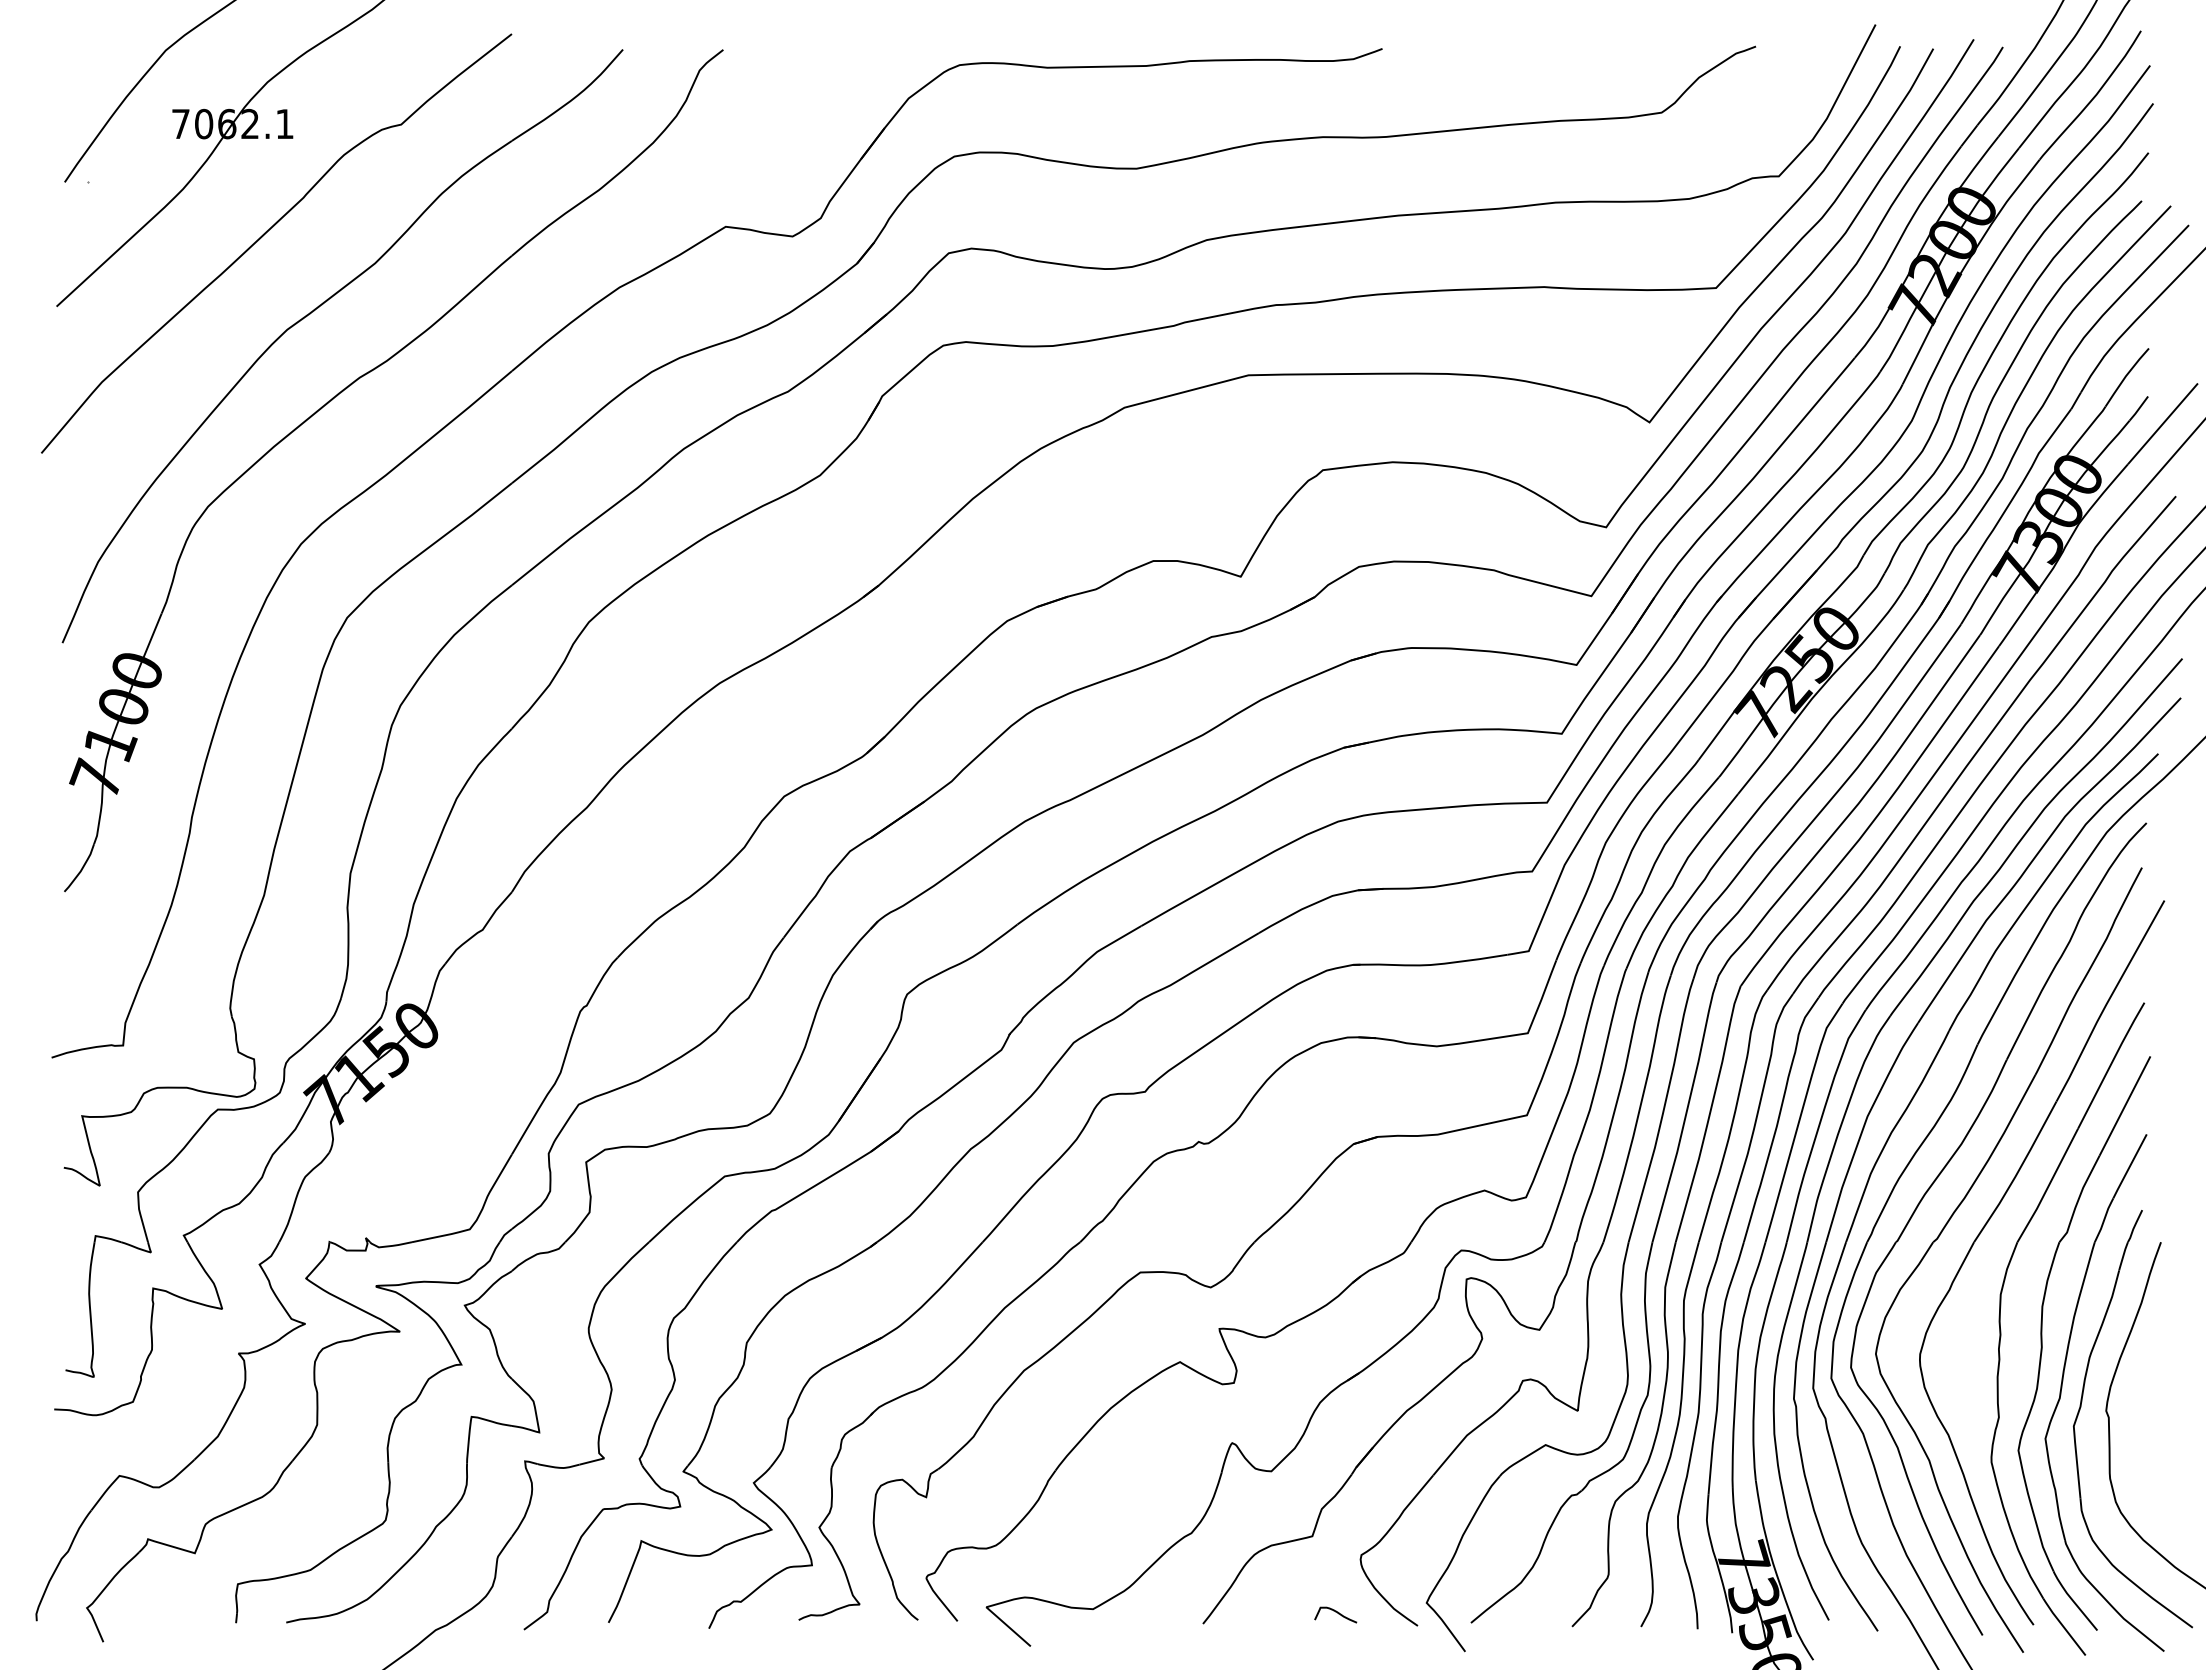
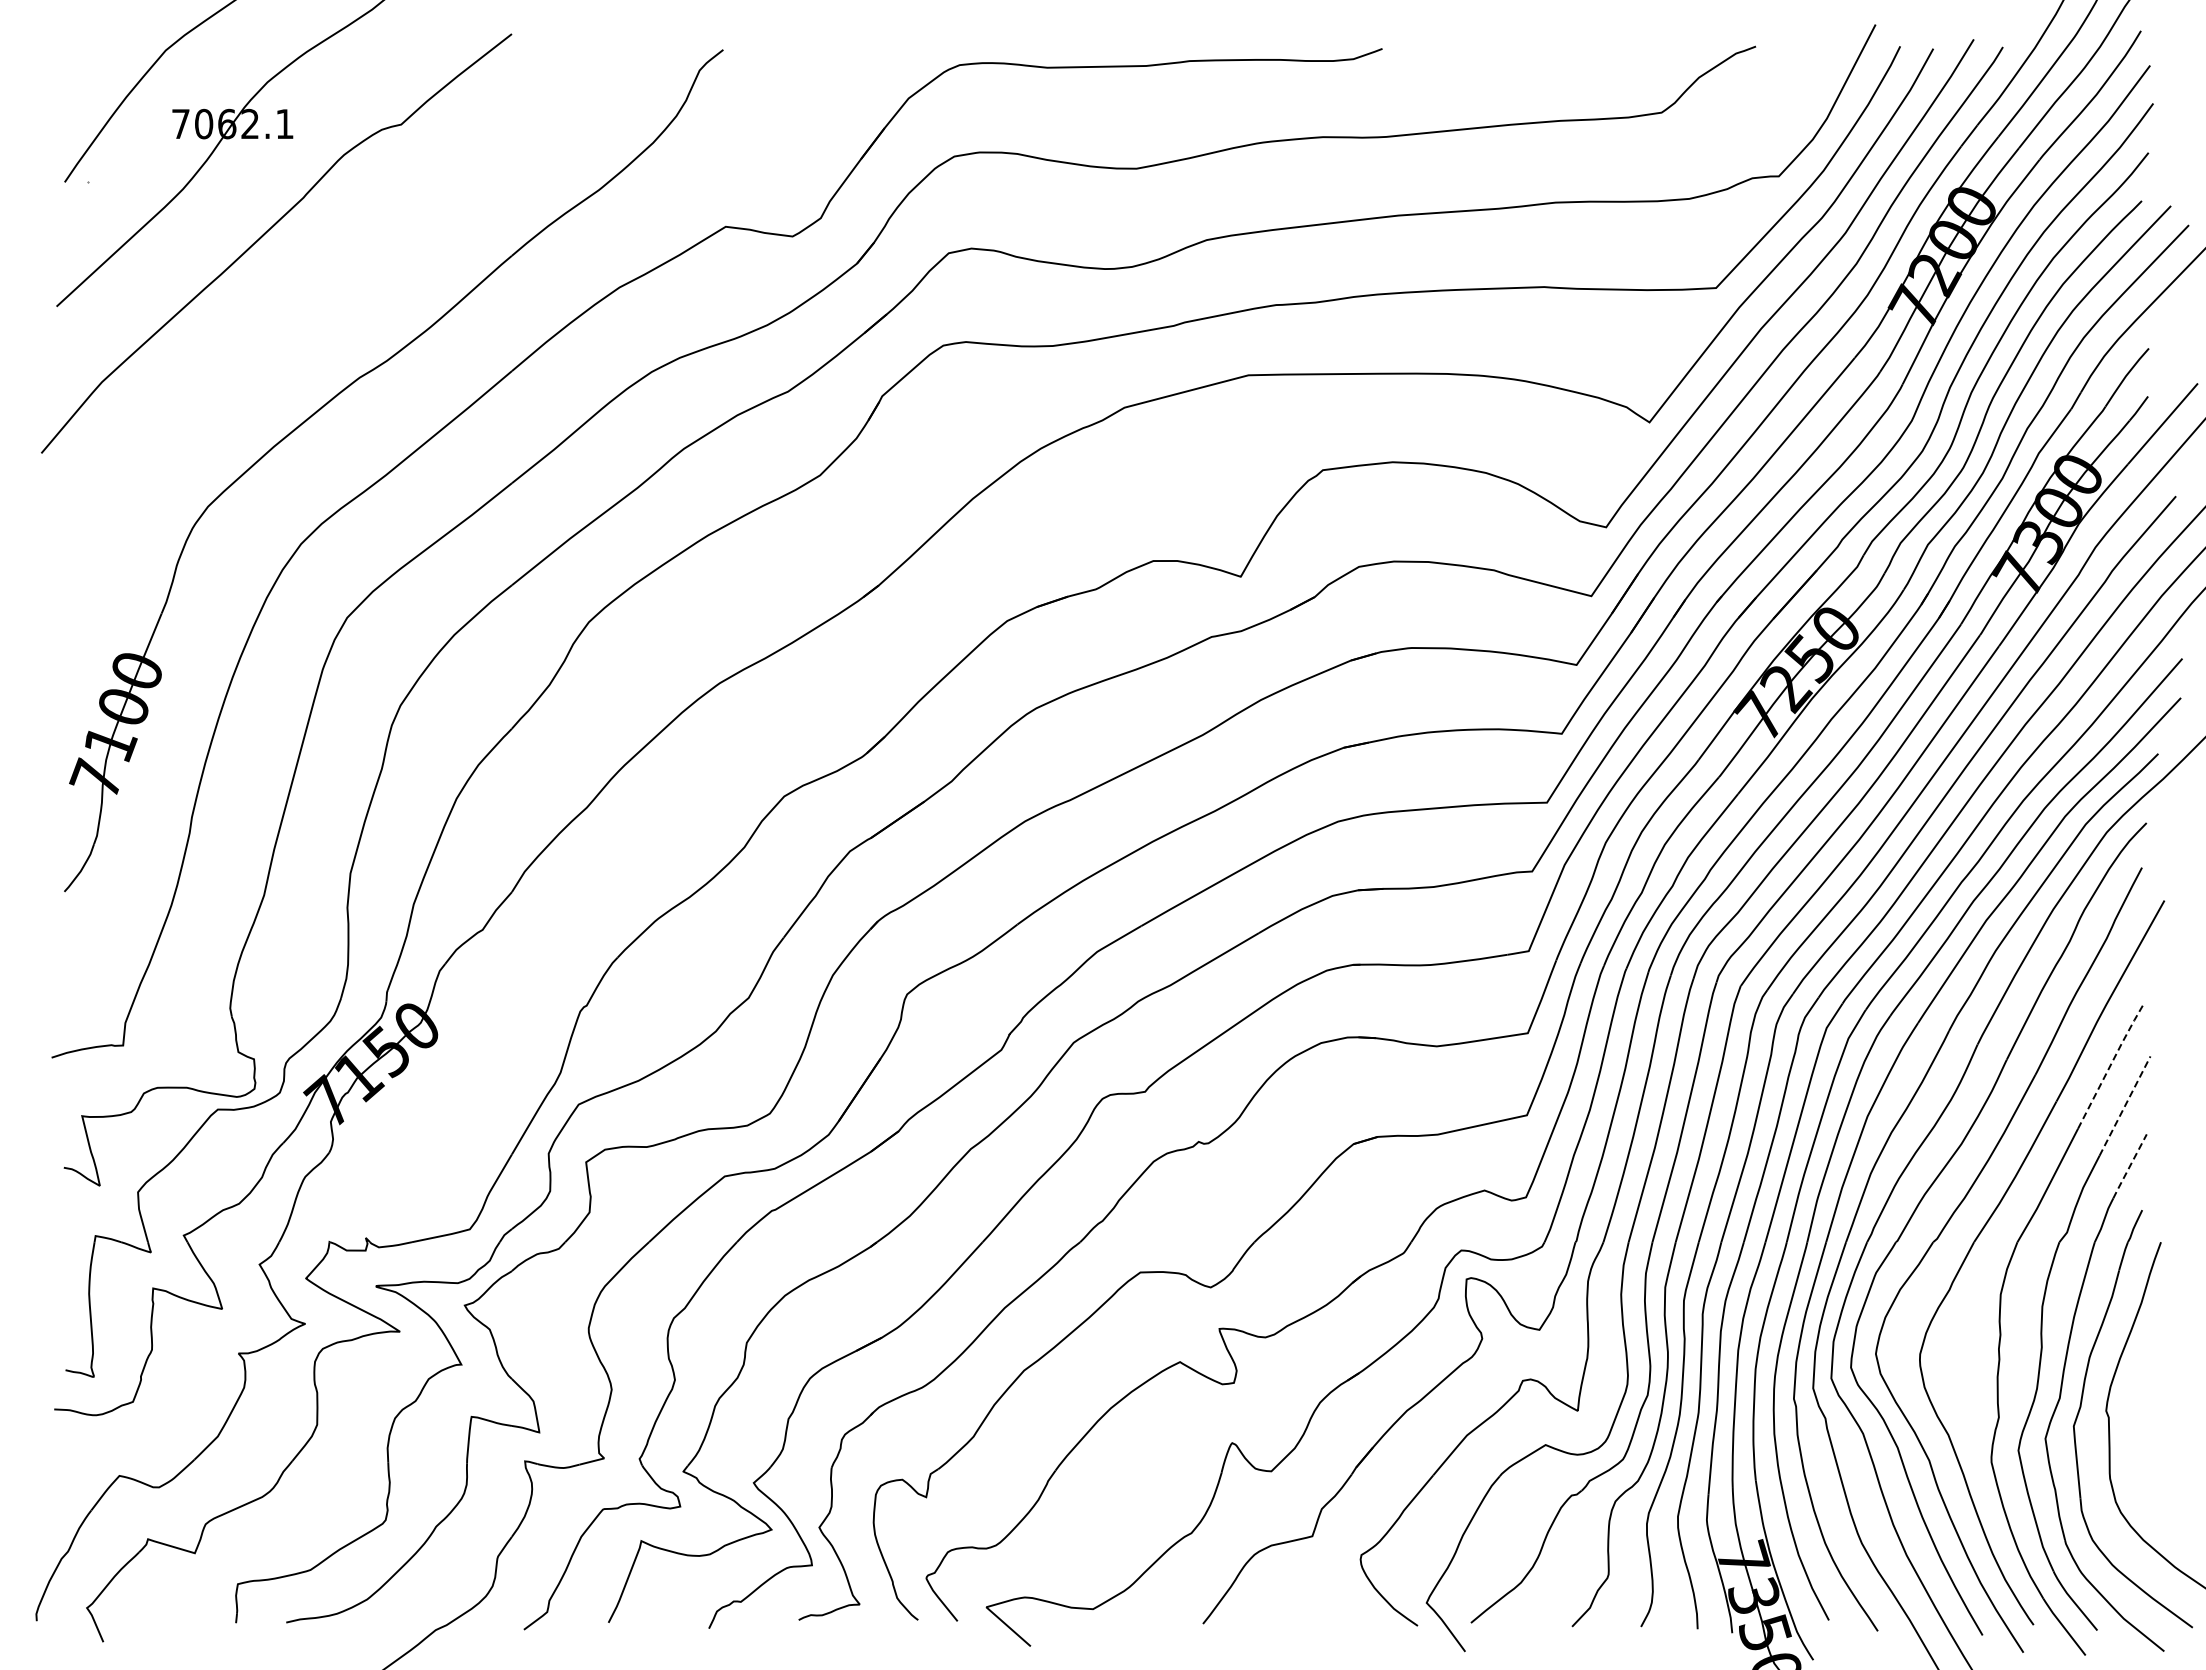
part at (314, 311): present -> none
line at (2111, 1064): solid -> dashed
line at (2125, 1106): solid -> dashed
line at (2129, 1166): solid -> dashed
curve at (1335, 1612): present -> none
